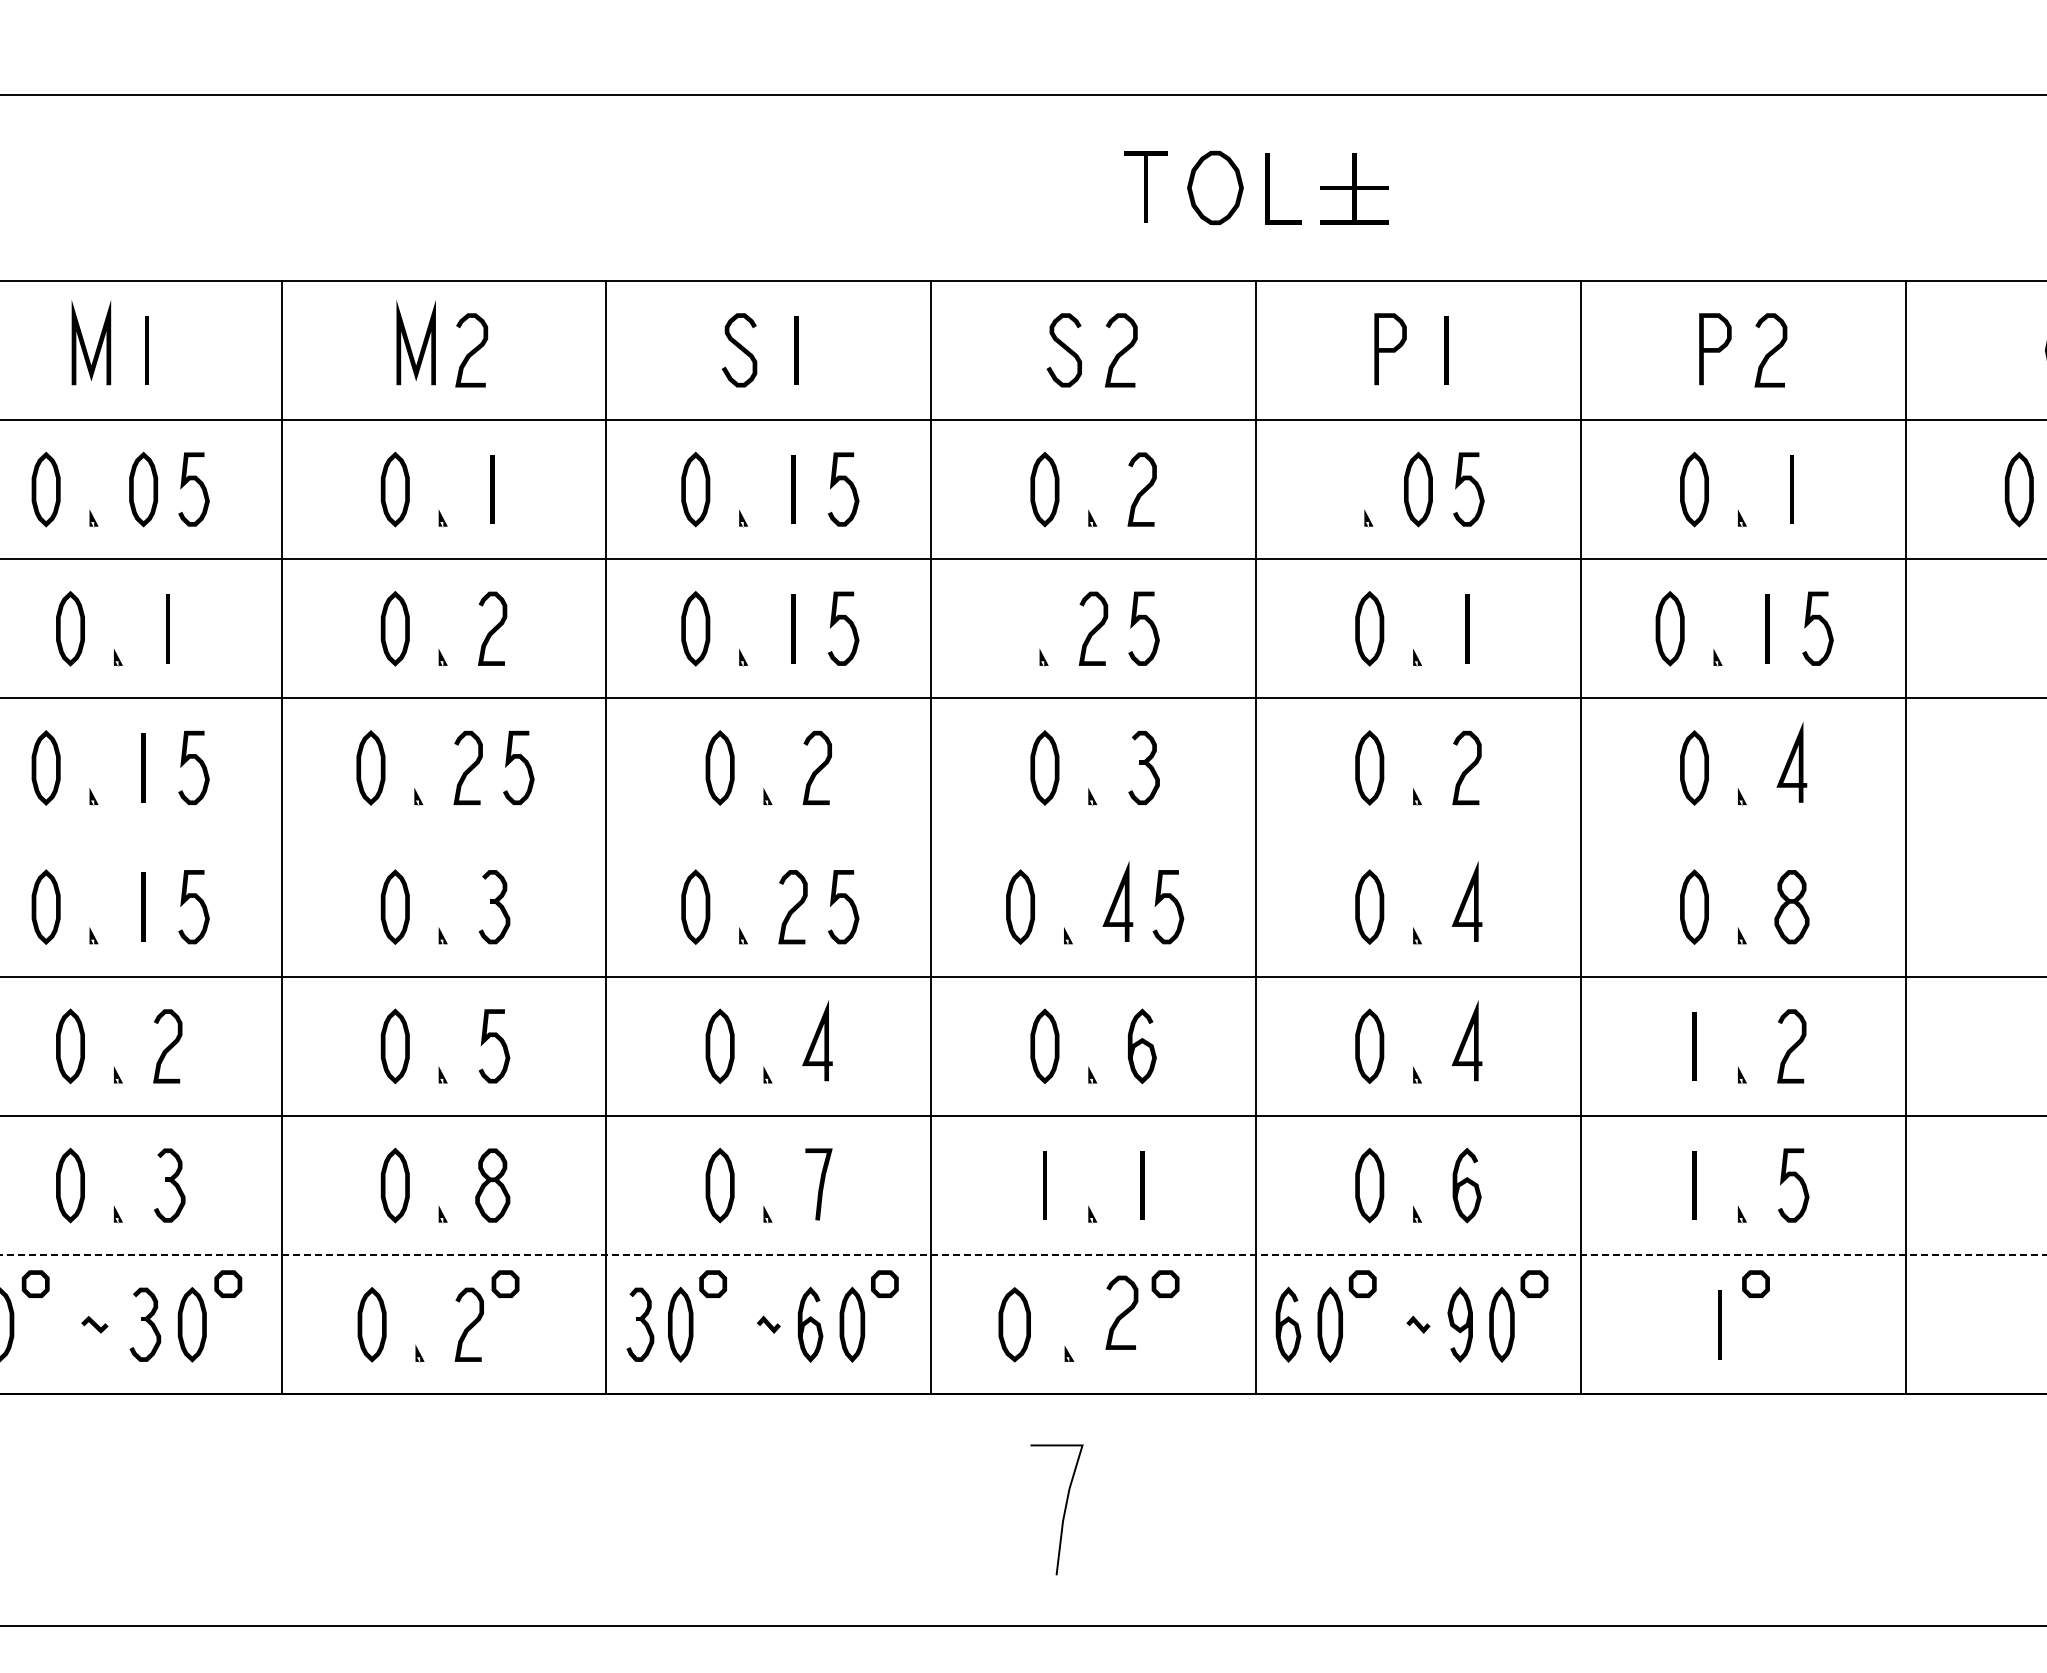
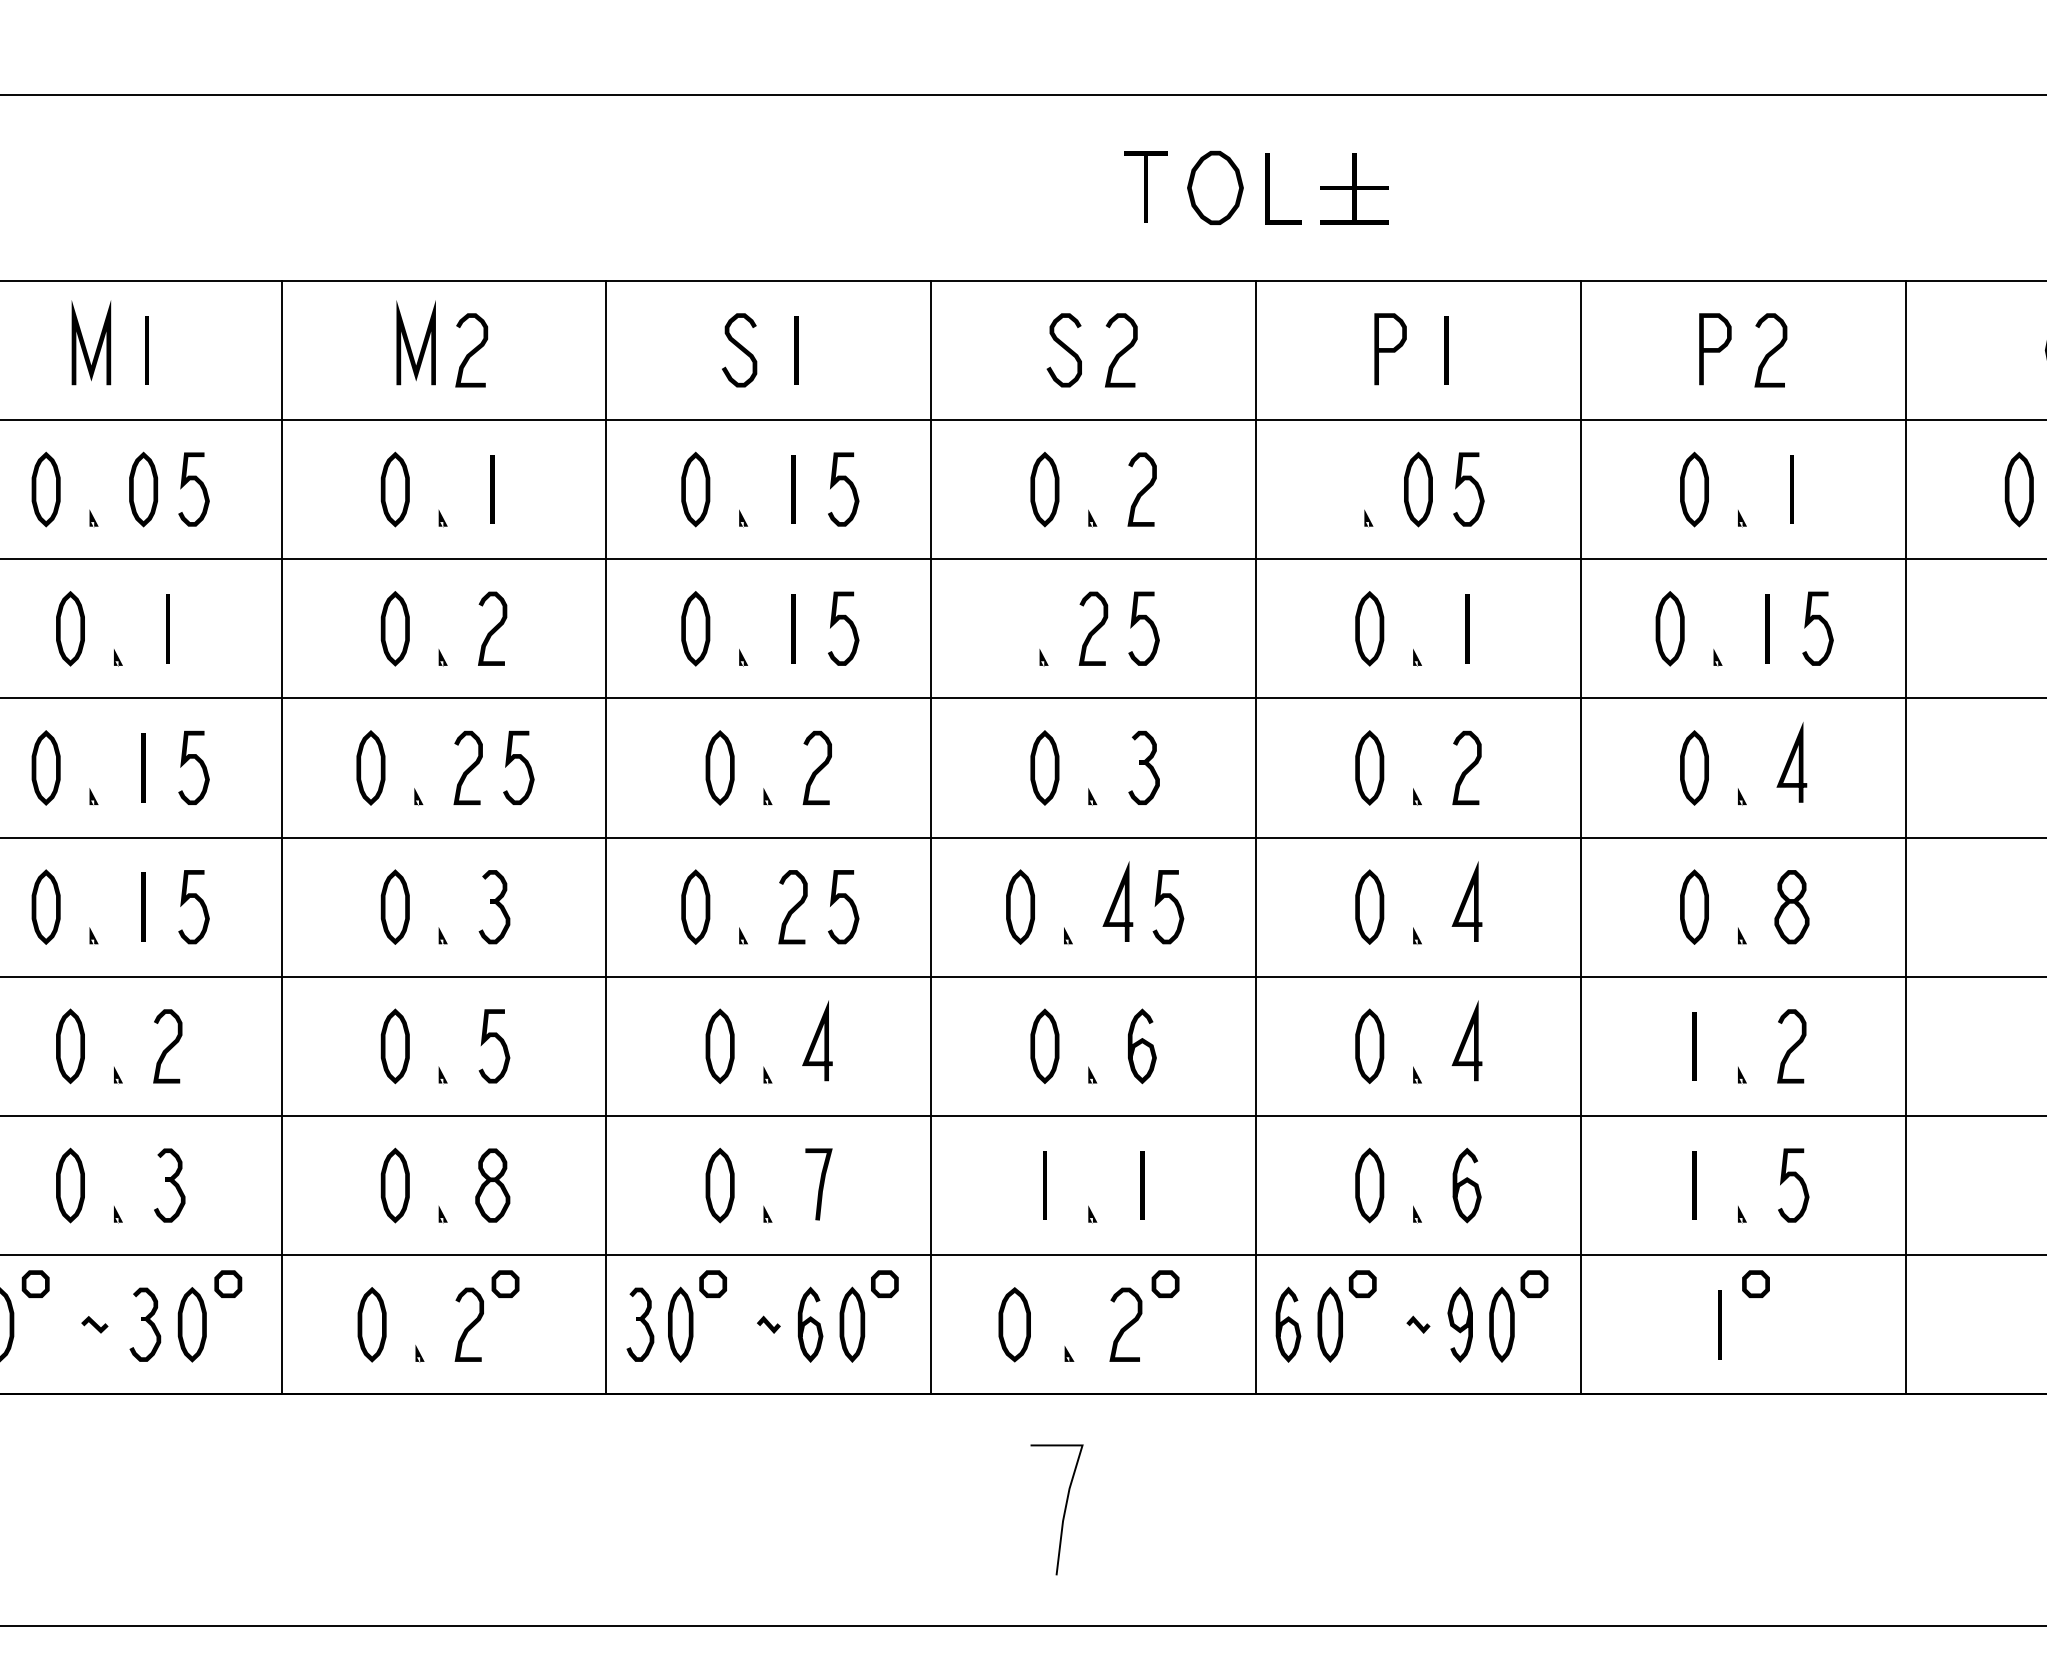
line at (1022, 837): none -> present
line at (1023, 1255): dashed -> solid
curve at (1122, 1312) position: (1122, 1312) -> (1126, 1324)
